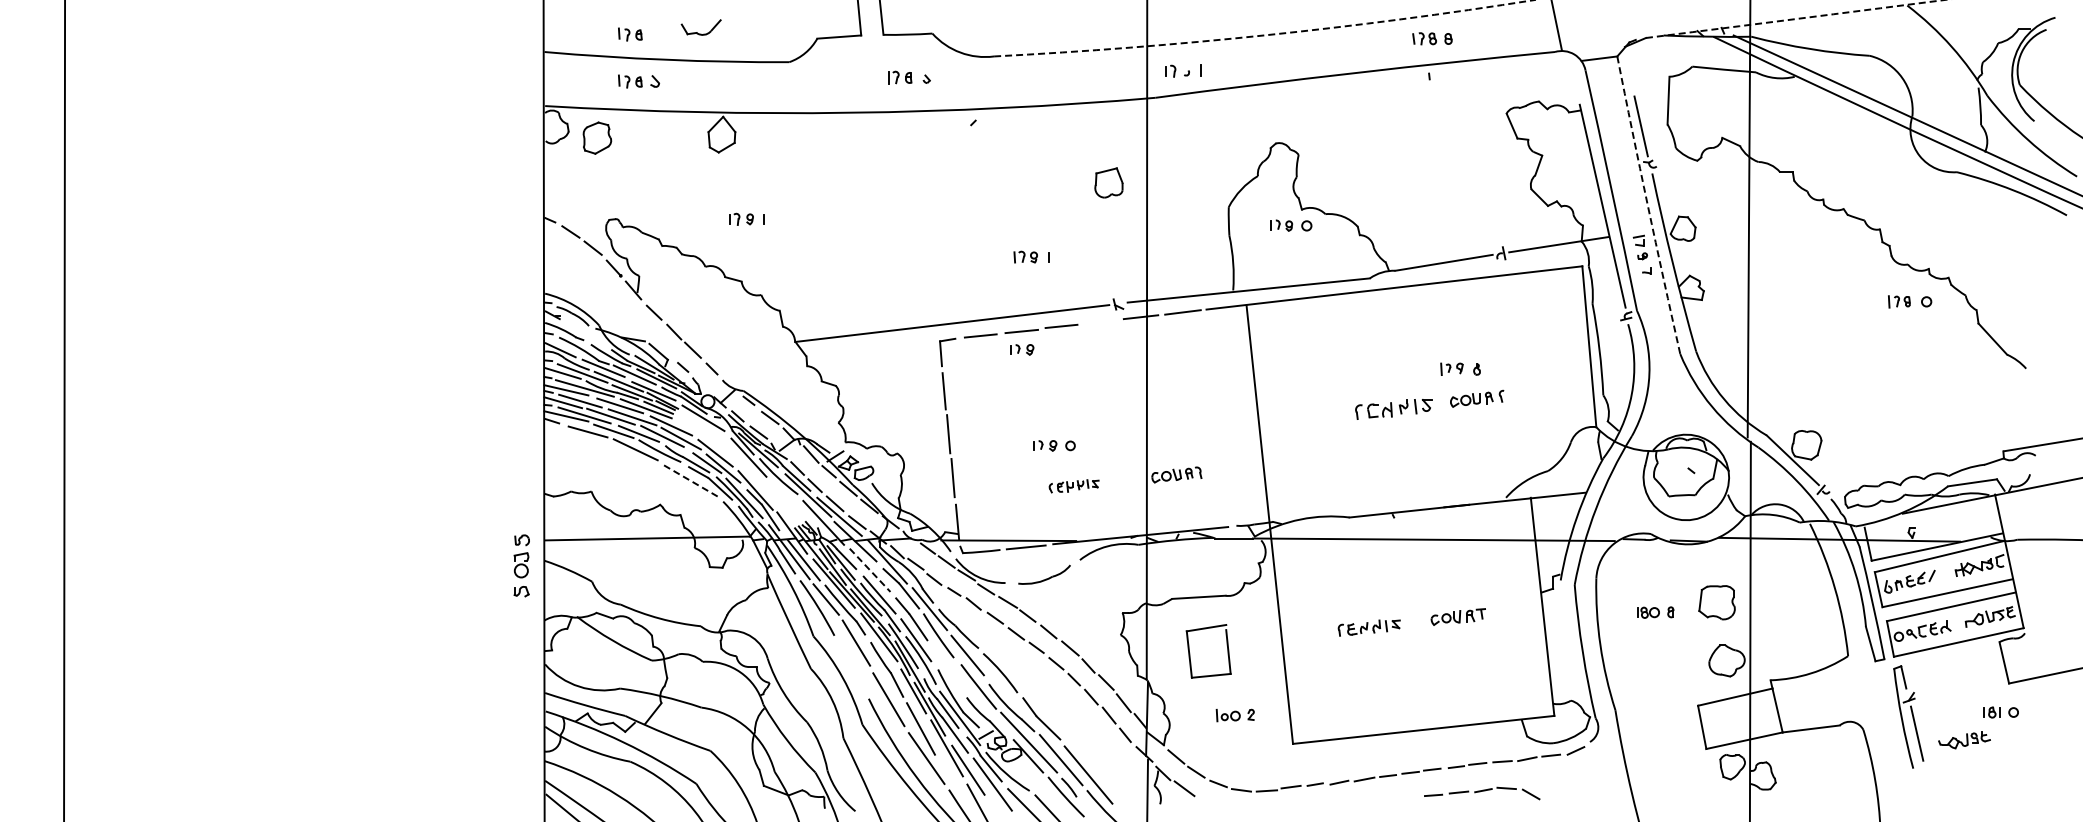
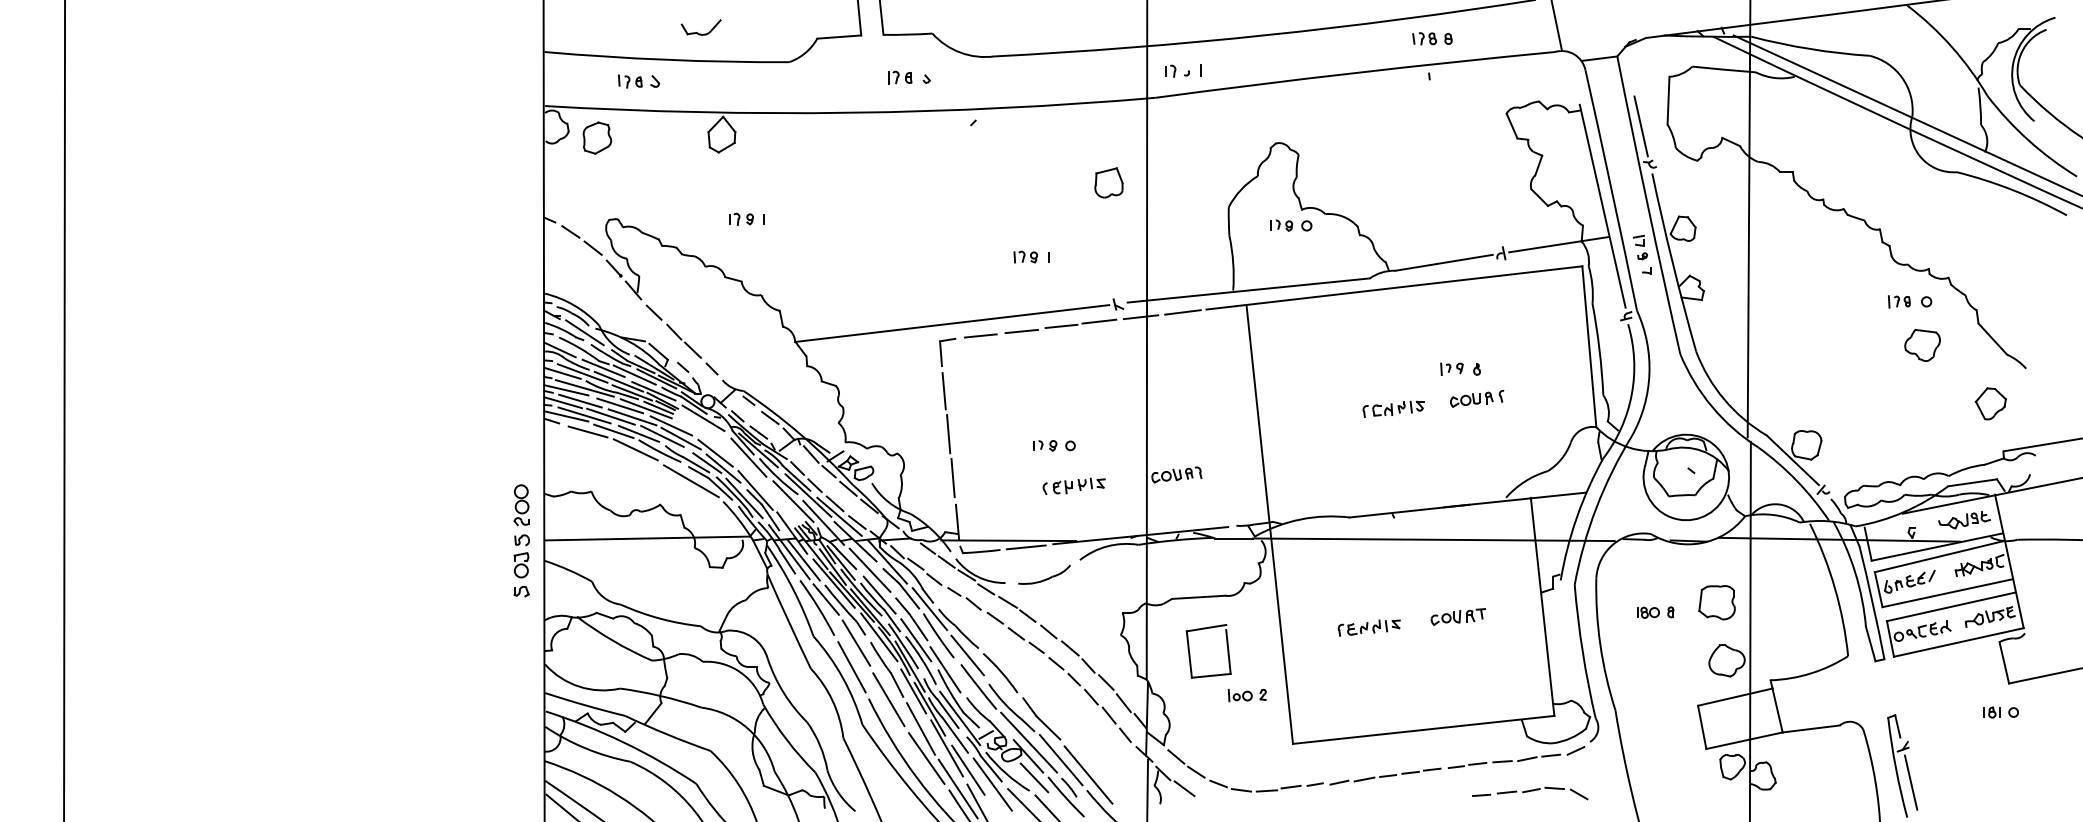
arc at (1796, 19): dashed -> solid
part at (630, 34): present -> none
arc at (1265, 35): dashed -> solid
arc at (1647, 205): dashed -> solid
line at (1099, 321): none -> present
line at (584, 332): none -> present
part at (1922, 345): none -> present
part at (1022, 349): present -> none
part at (1990, 403): none -> present
part at (1393, 409) size: 78x21 px -> 63x18 px
line at (691, 481): dashed -> solid
part at (1073, 486) size: 52x15 px -> 64x18 px
line at (793, 501): none -> present
part at (521, 505): none -> present
line at (870, 570): dashed -> solid
line at (851, 667): none -> present
line at (945, 669): none -> present
part at (1234, 715) position: (1234, 715) -> (1246, 695)
part at (1908, 716) position: (1908, 716) -> (1902, 765)
part at (1964, 740) position: (1964, 740) -> (1964, 520)
line at (1034, 777): none -> present
line at (957, 788): none -> present
part at (1482, 793) position: (1482, 793) -> (1530, 793)
